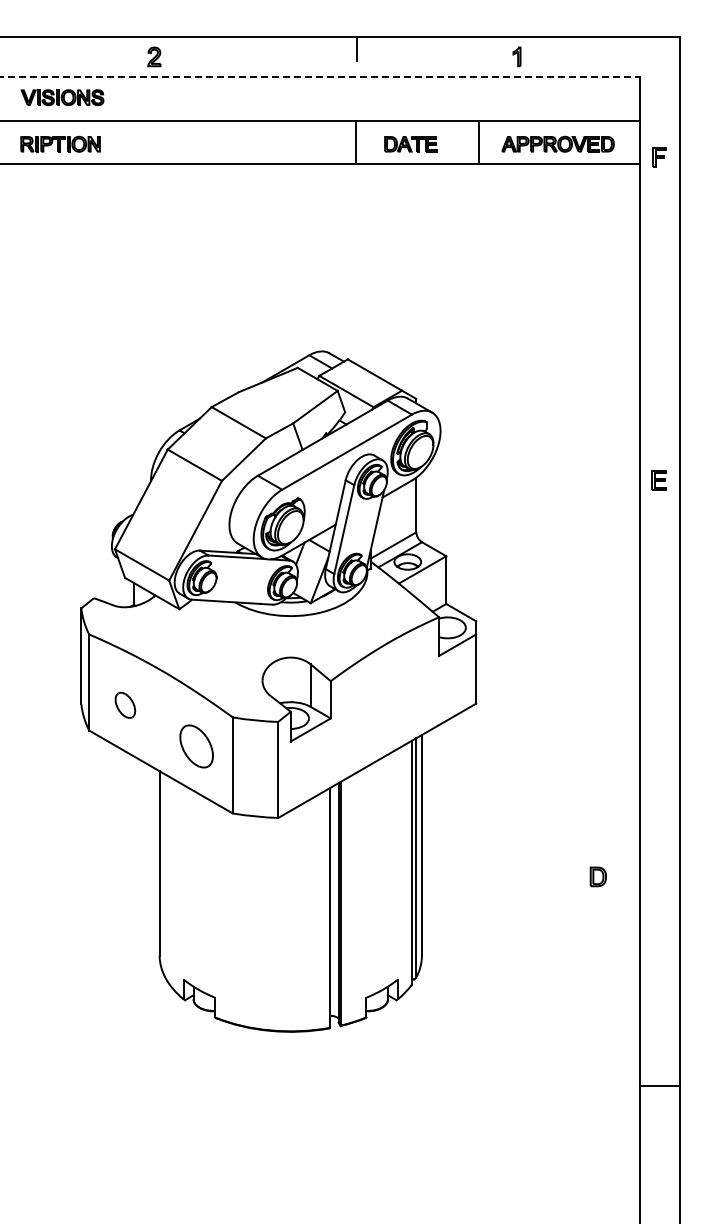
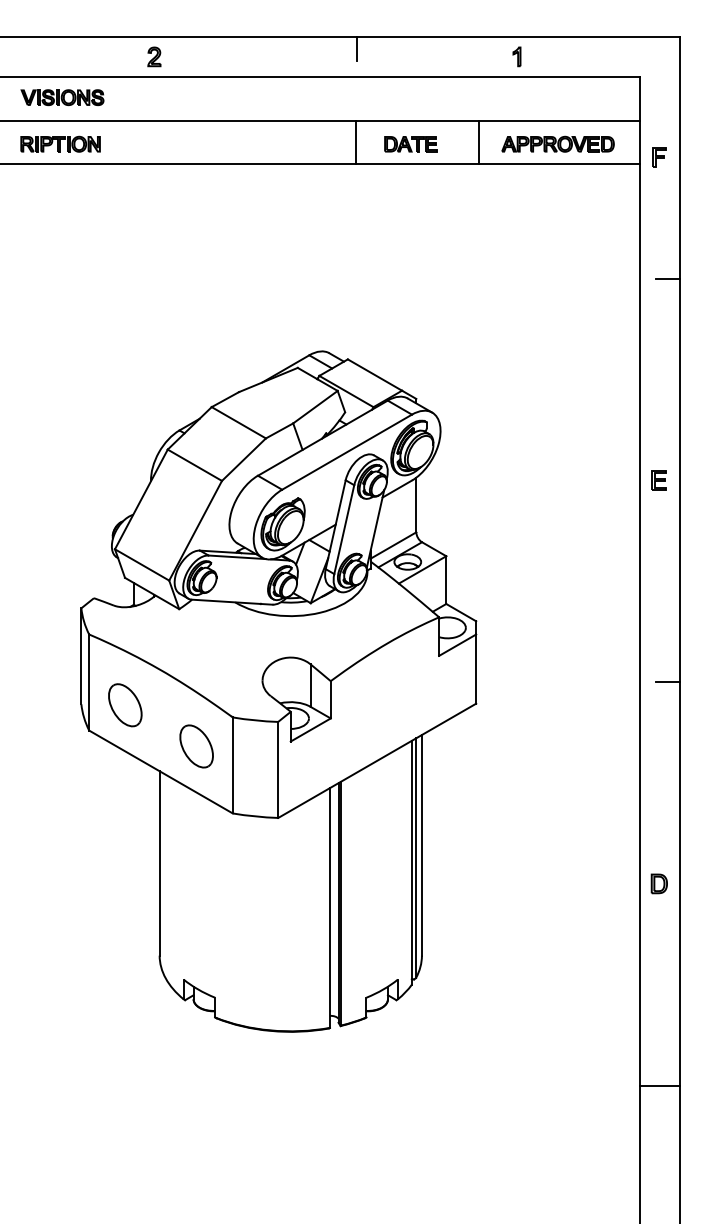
line at (320, 77): dashed -> solid
line at (667, 278): none -> present
line at (667, 682): none -> present
part at (125, 704) size: 23x28 px -> 35x45 px
part at (597, 876) position: (597, 876) -> (658, 883)
